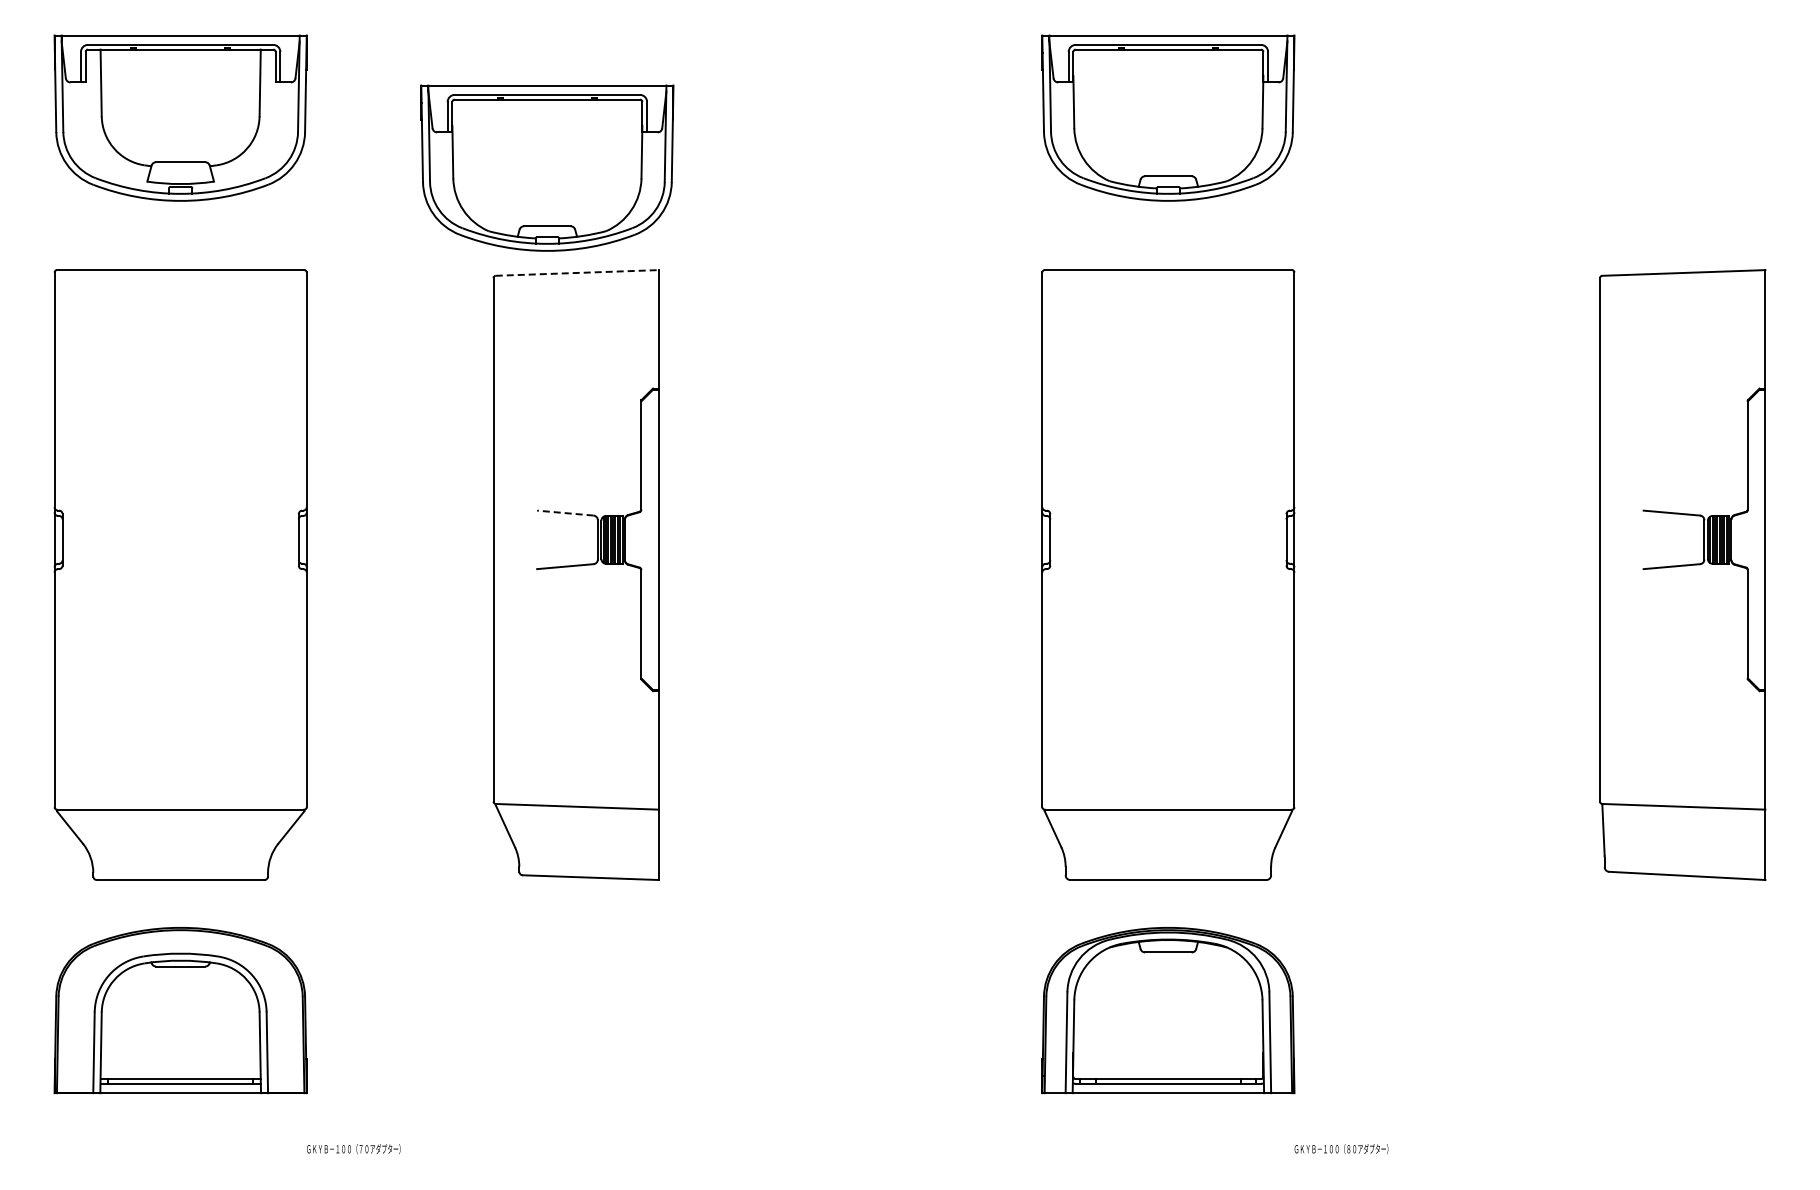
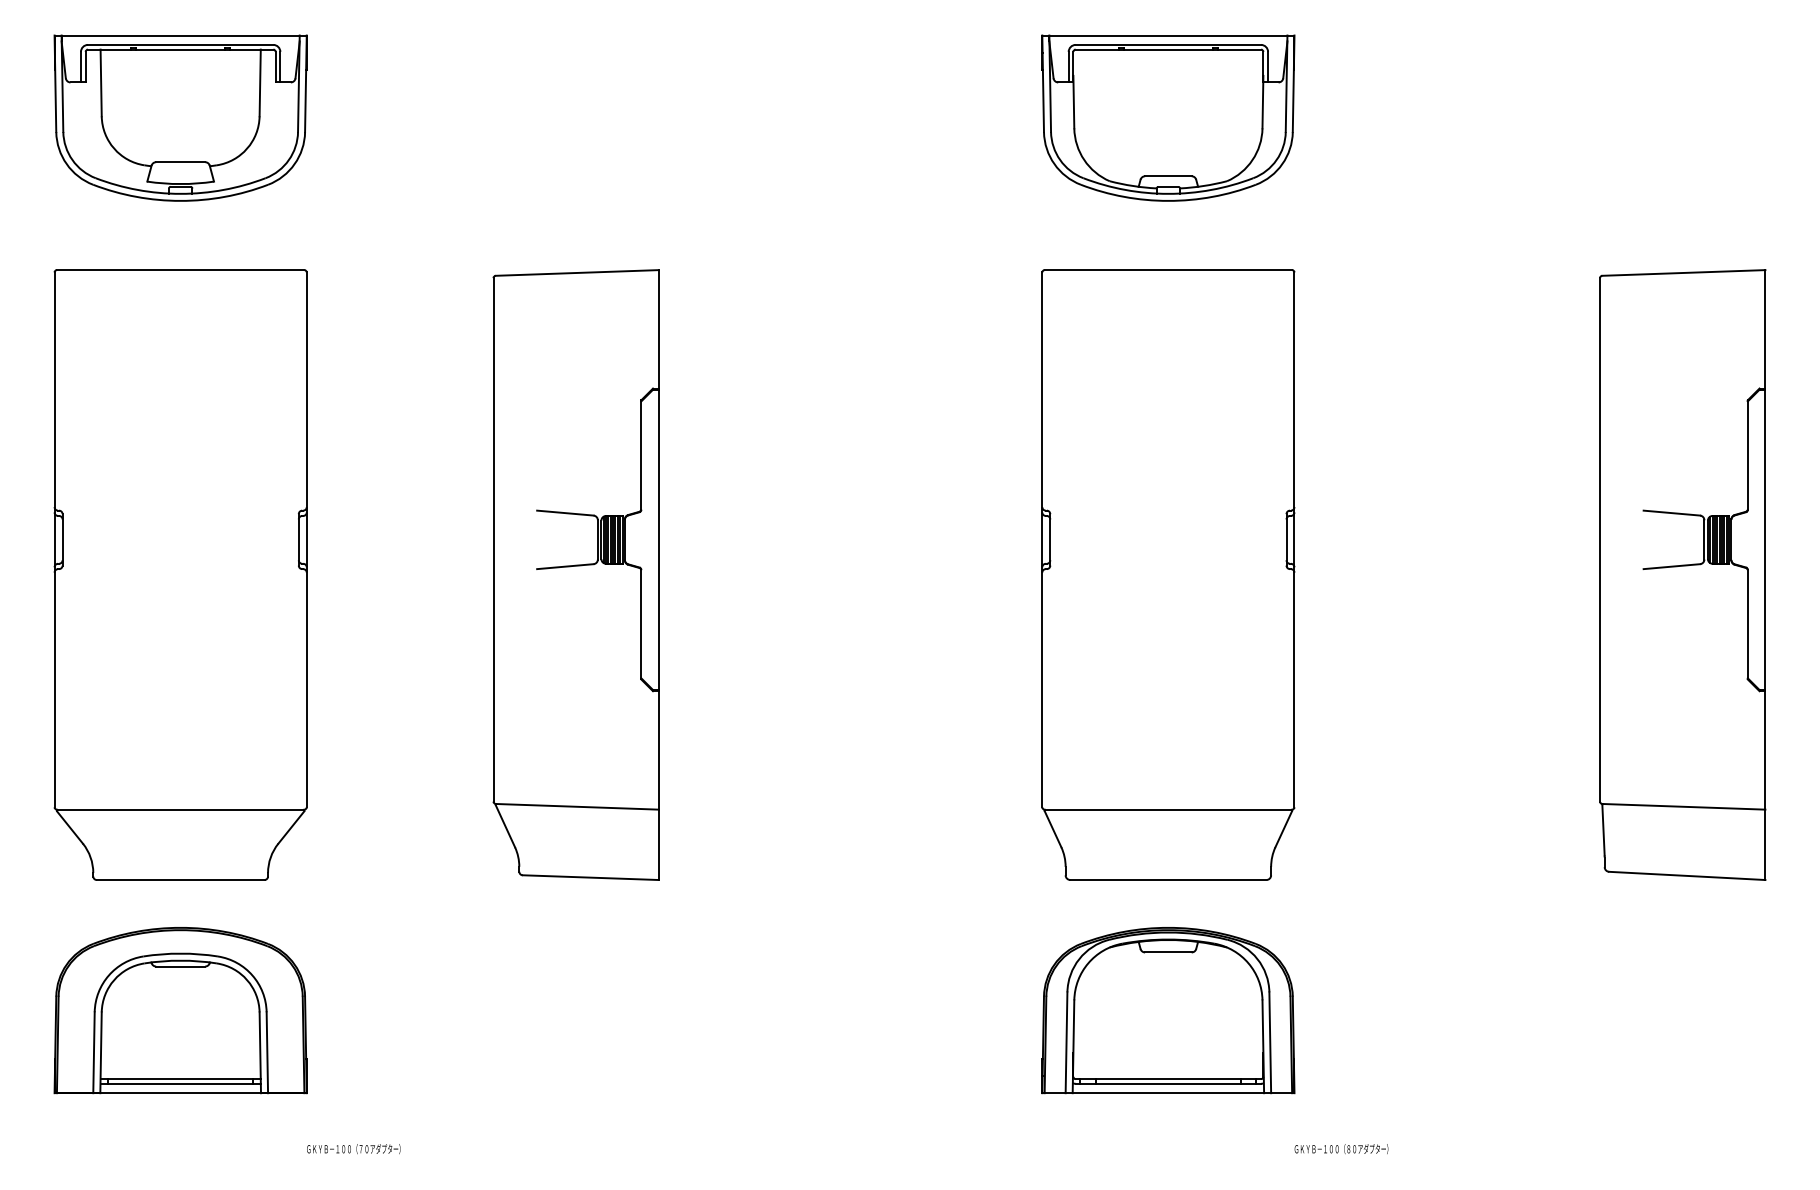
part at (547, 167): present -> none
line at (577, 272): dashed -> solid
line at (564, 513): dashed -> solid
